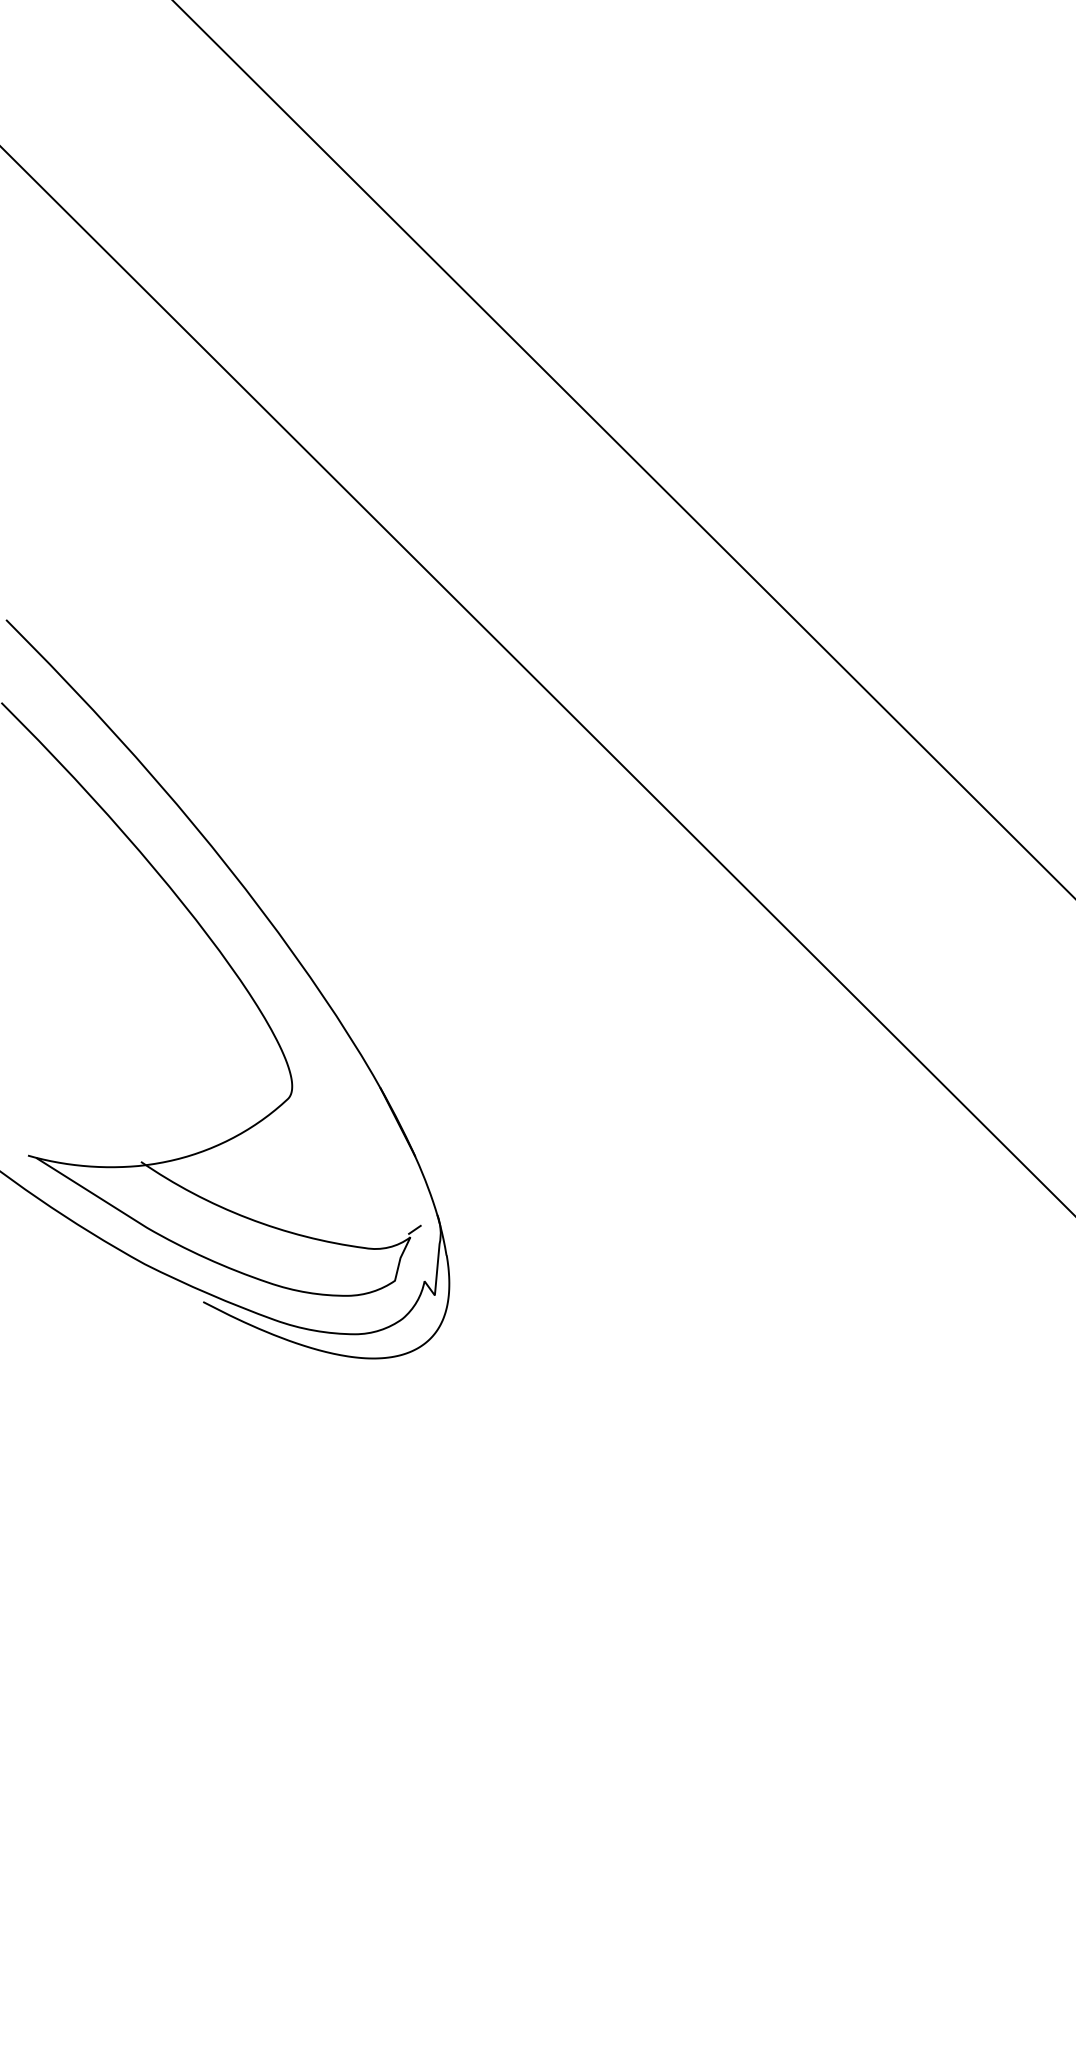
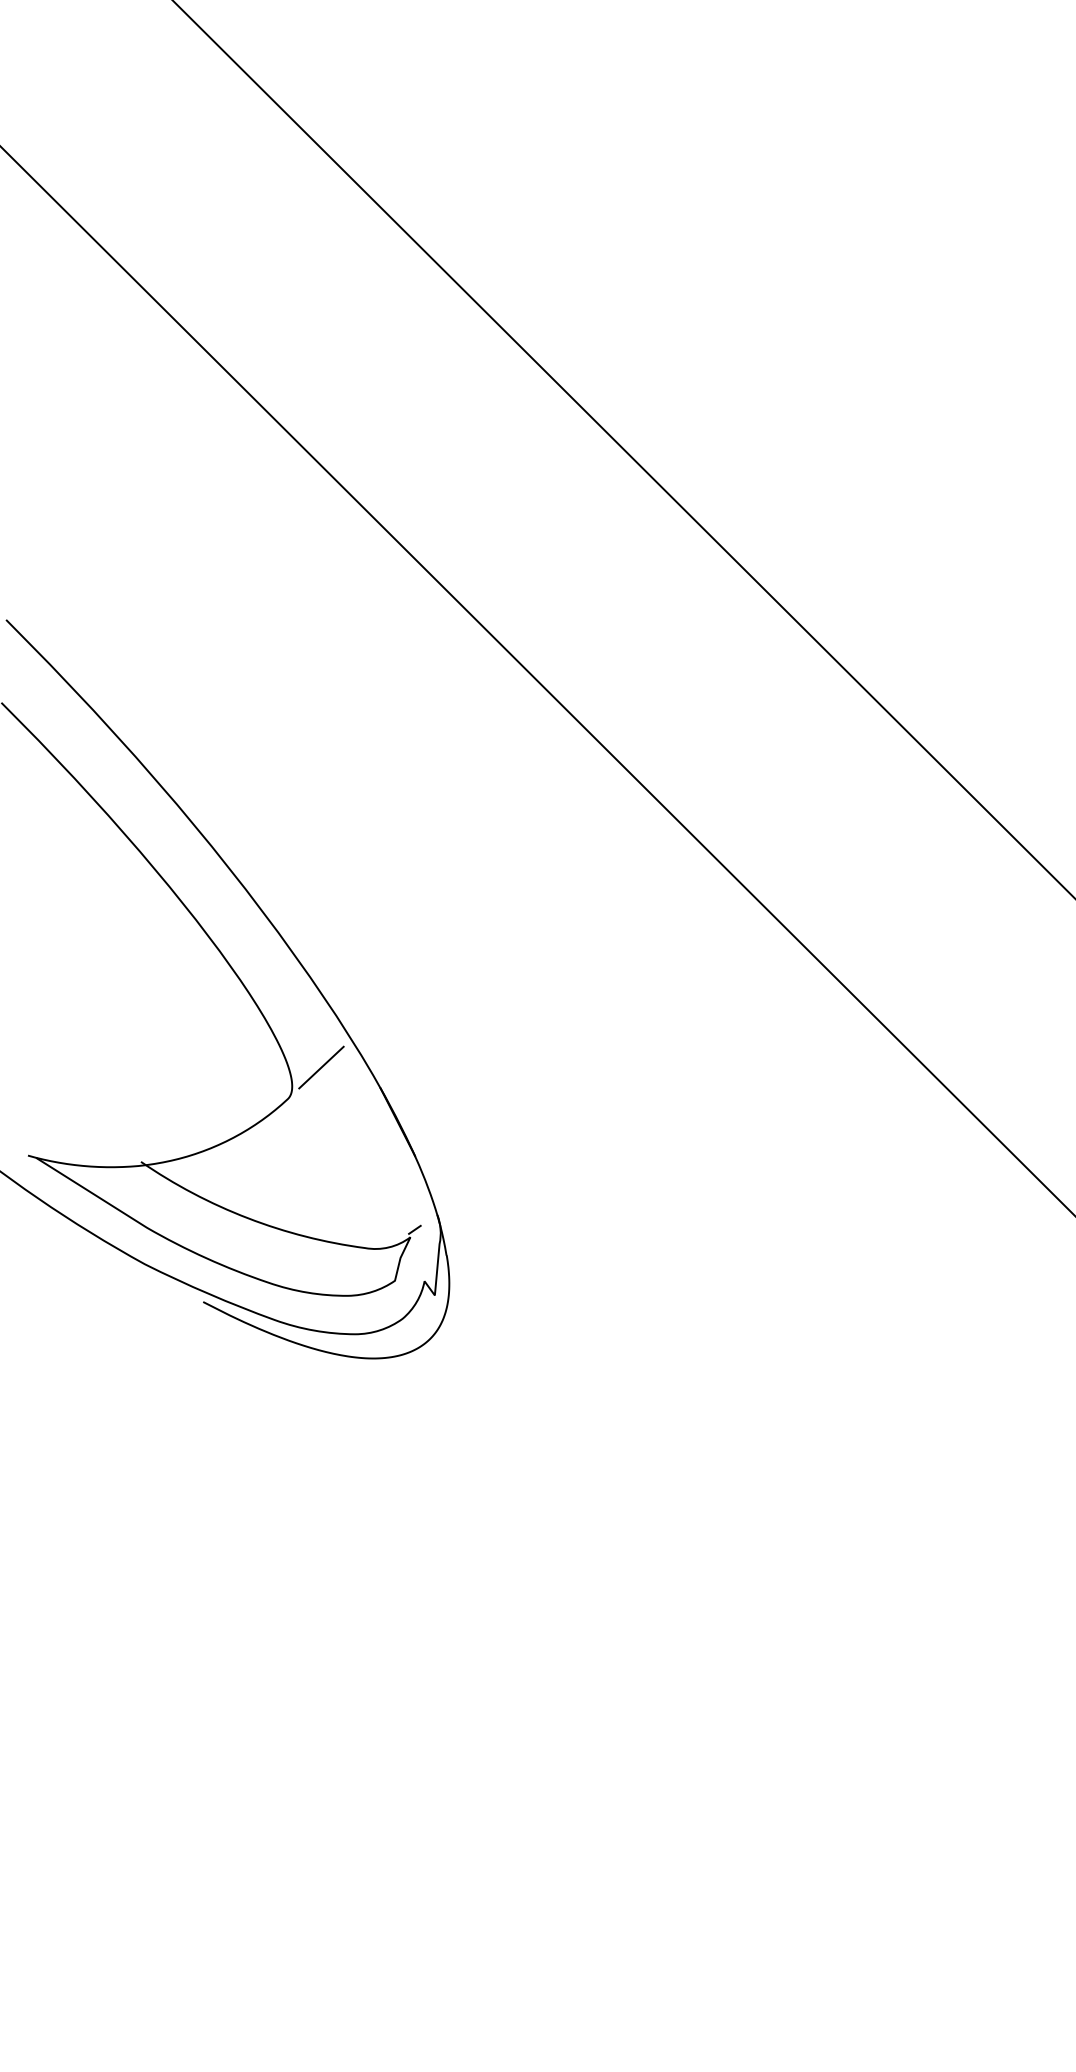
line at (321, 1067): none -> present
